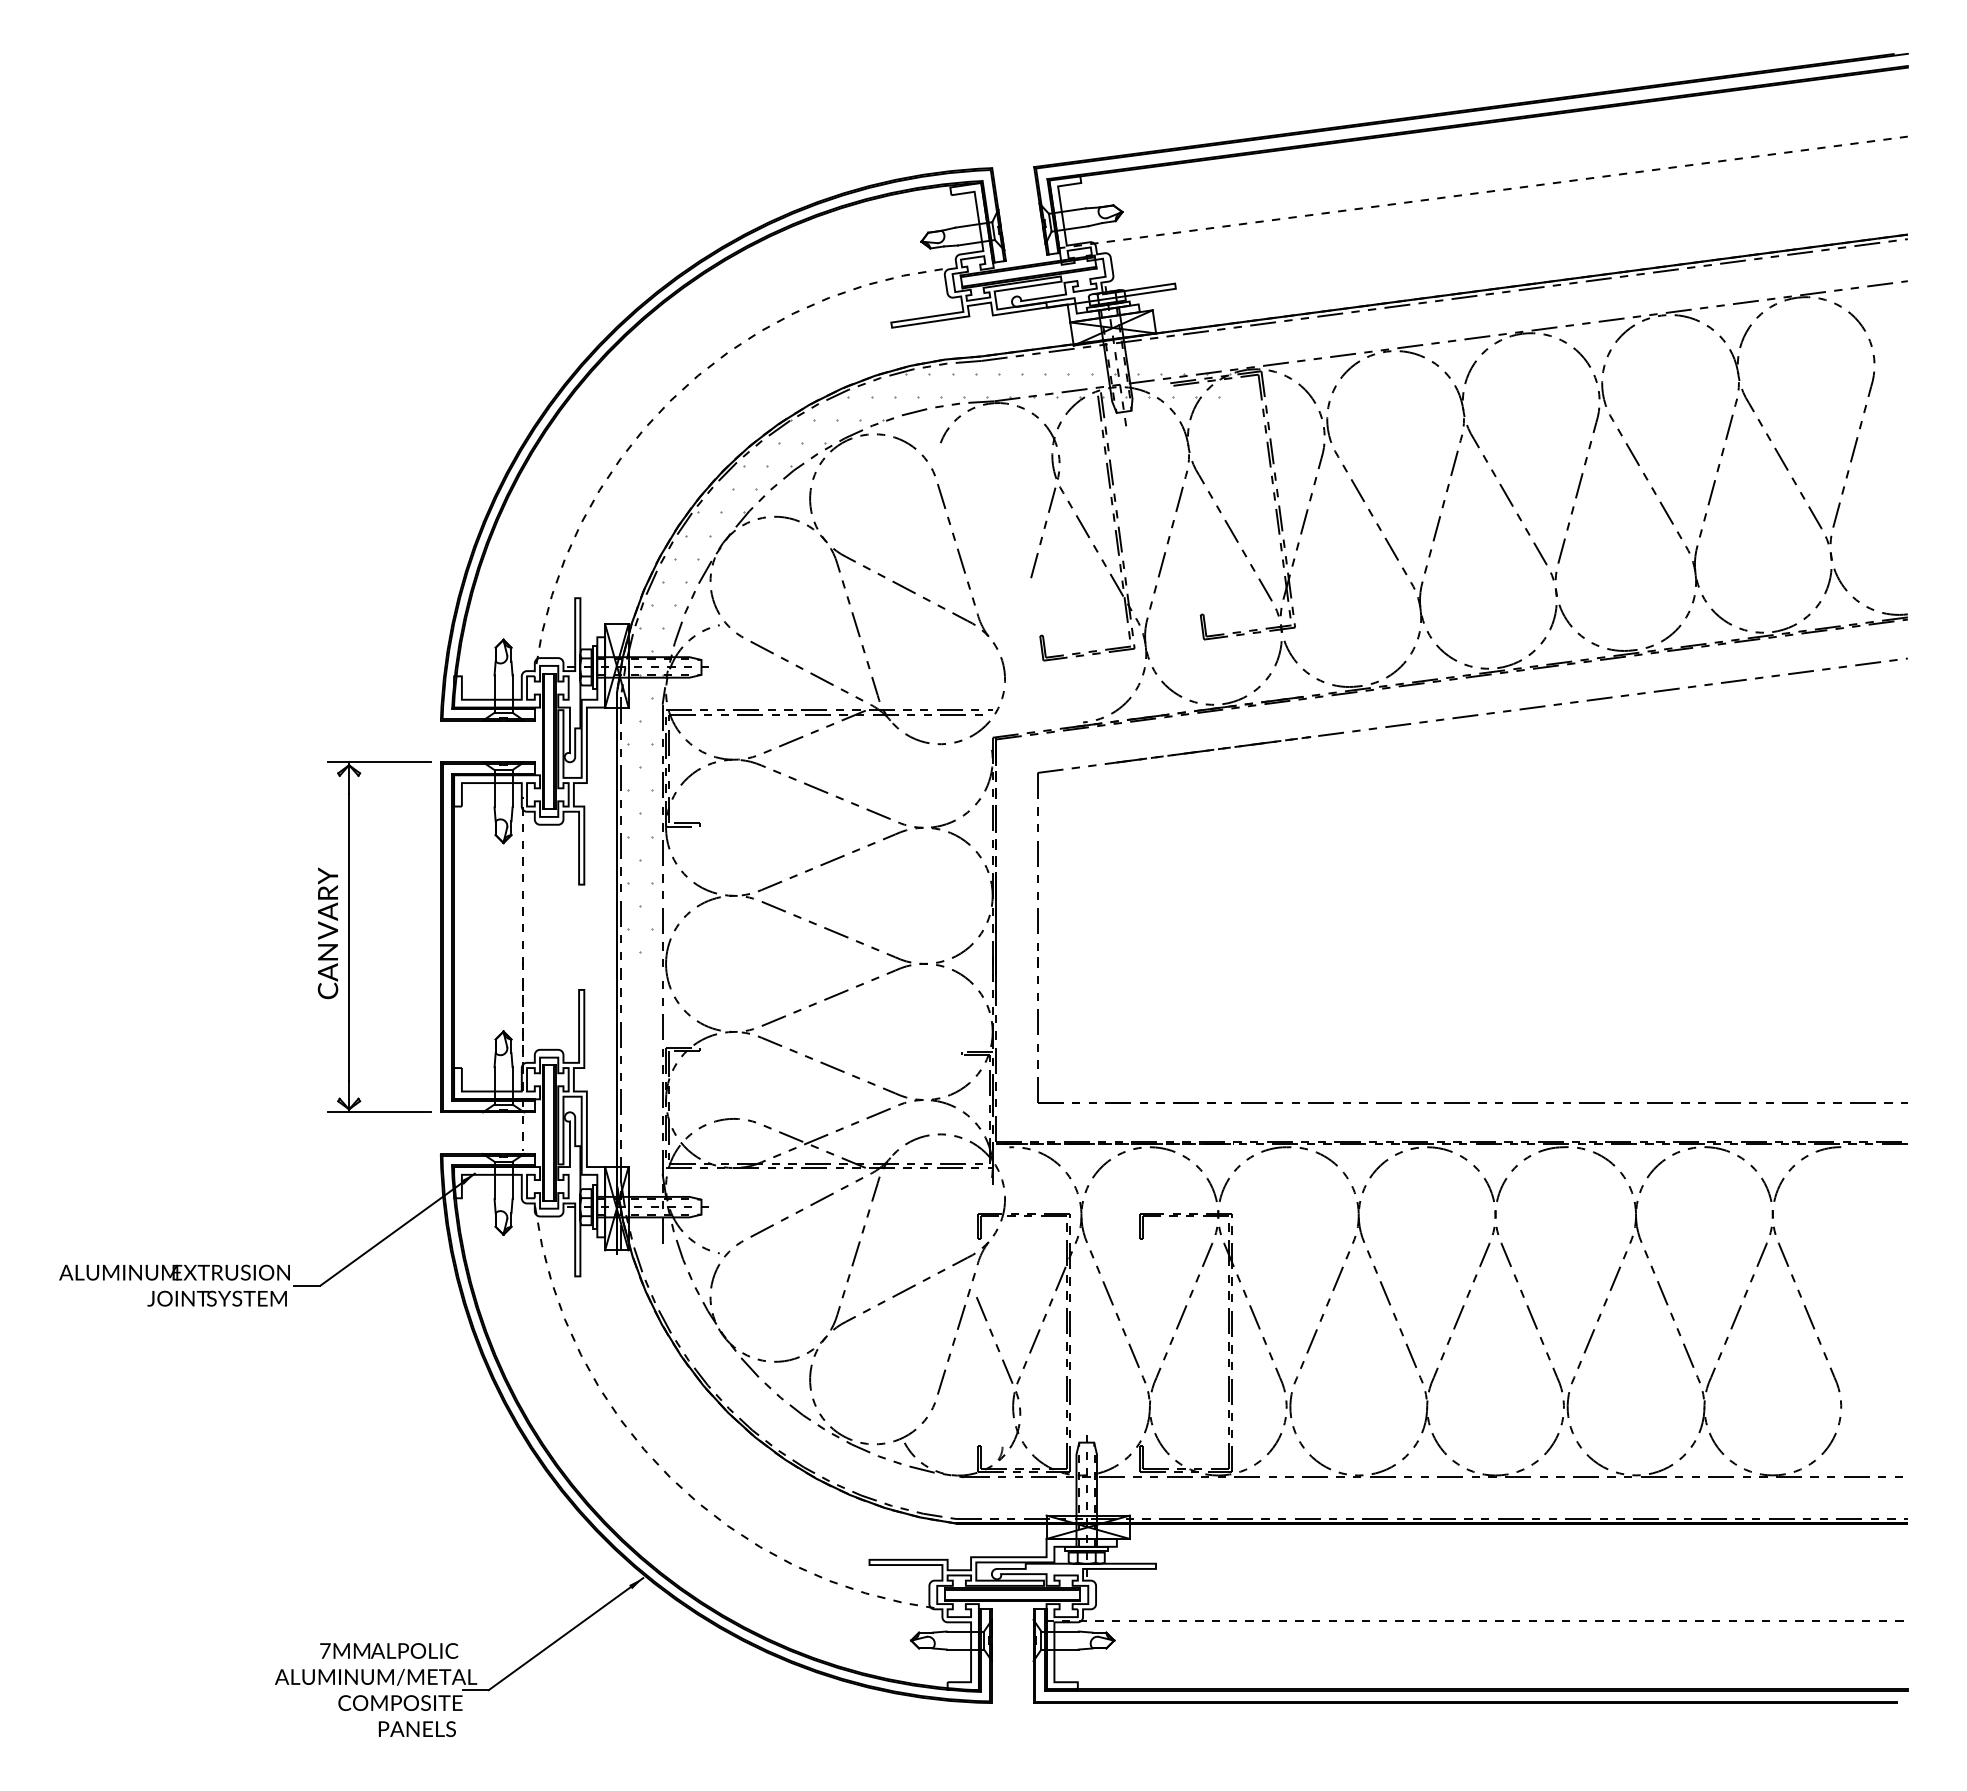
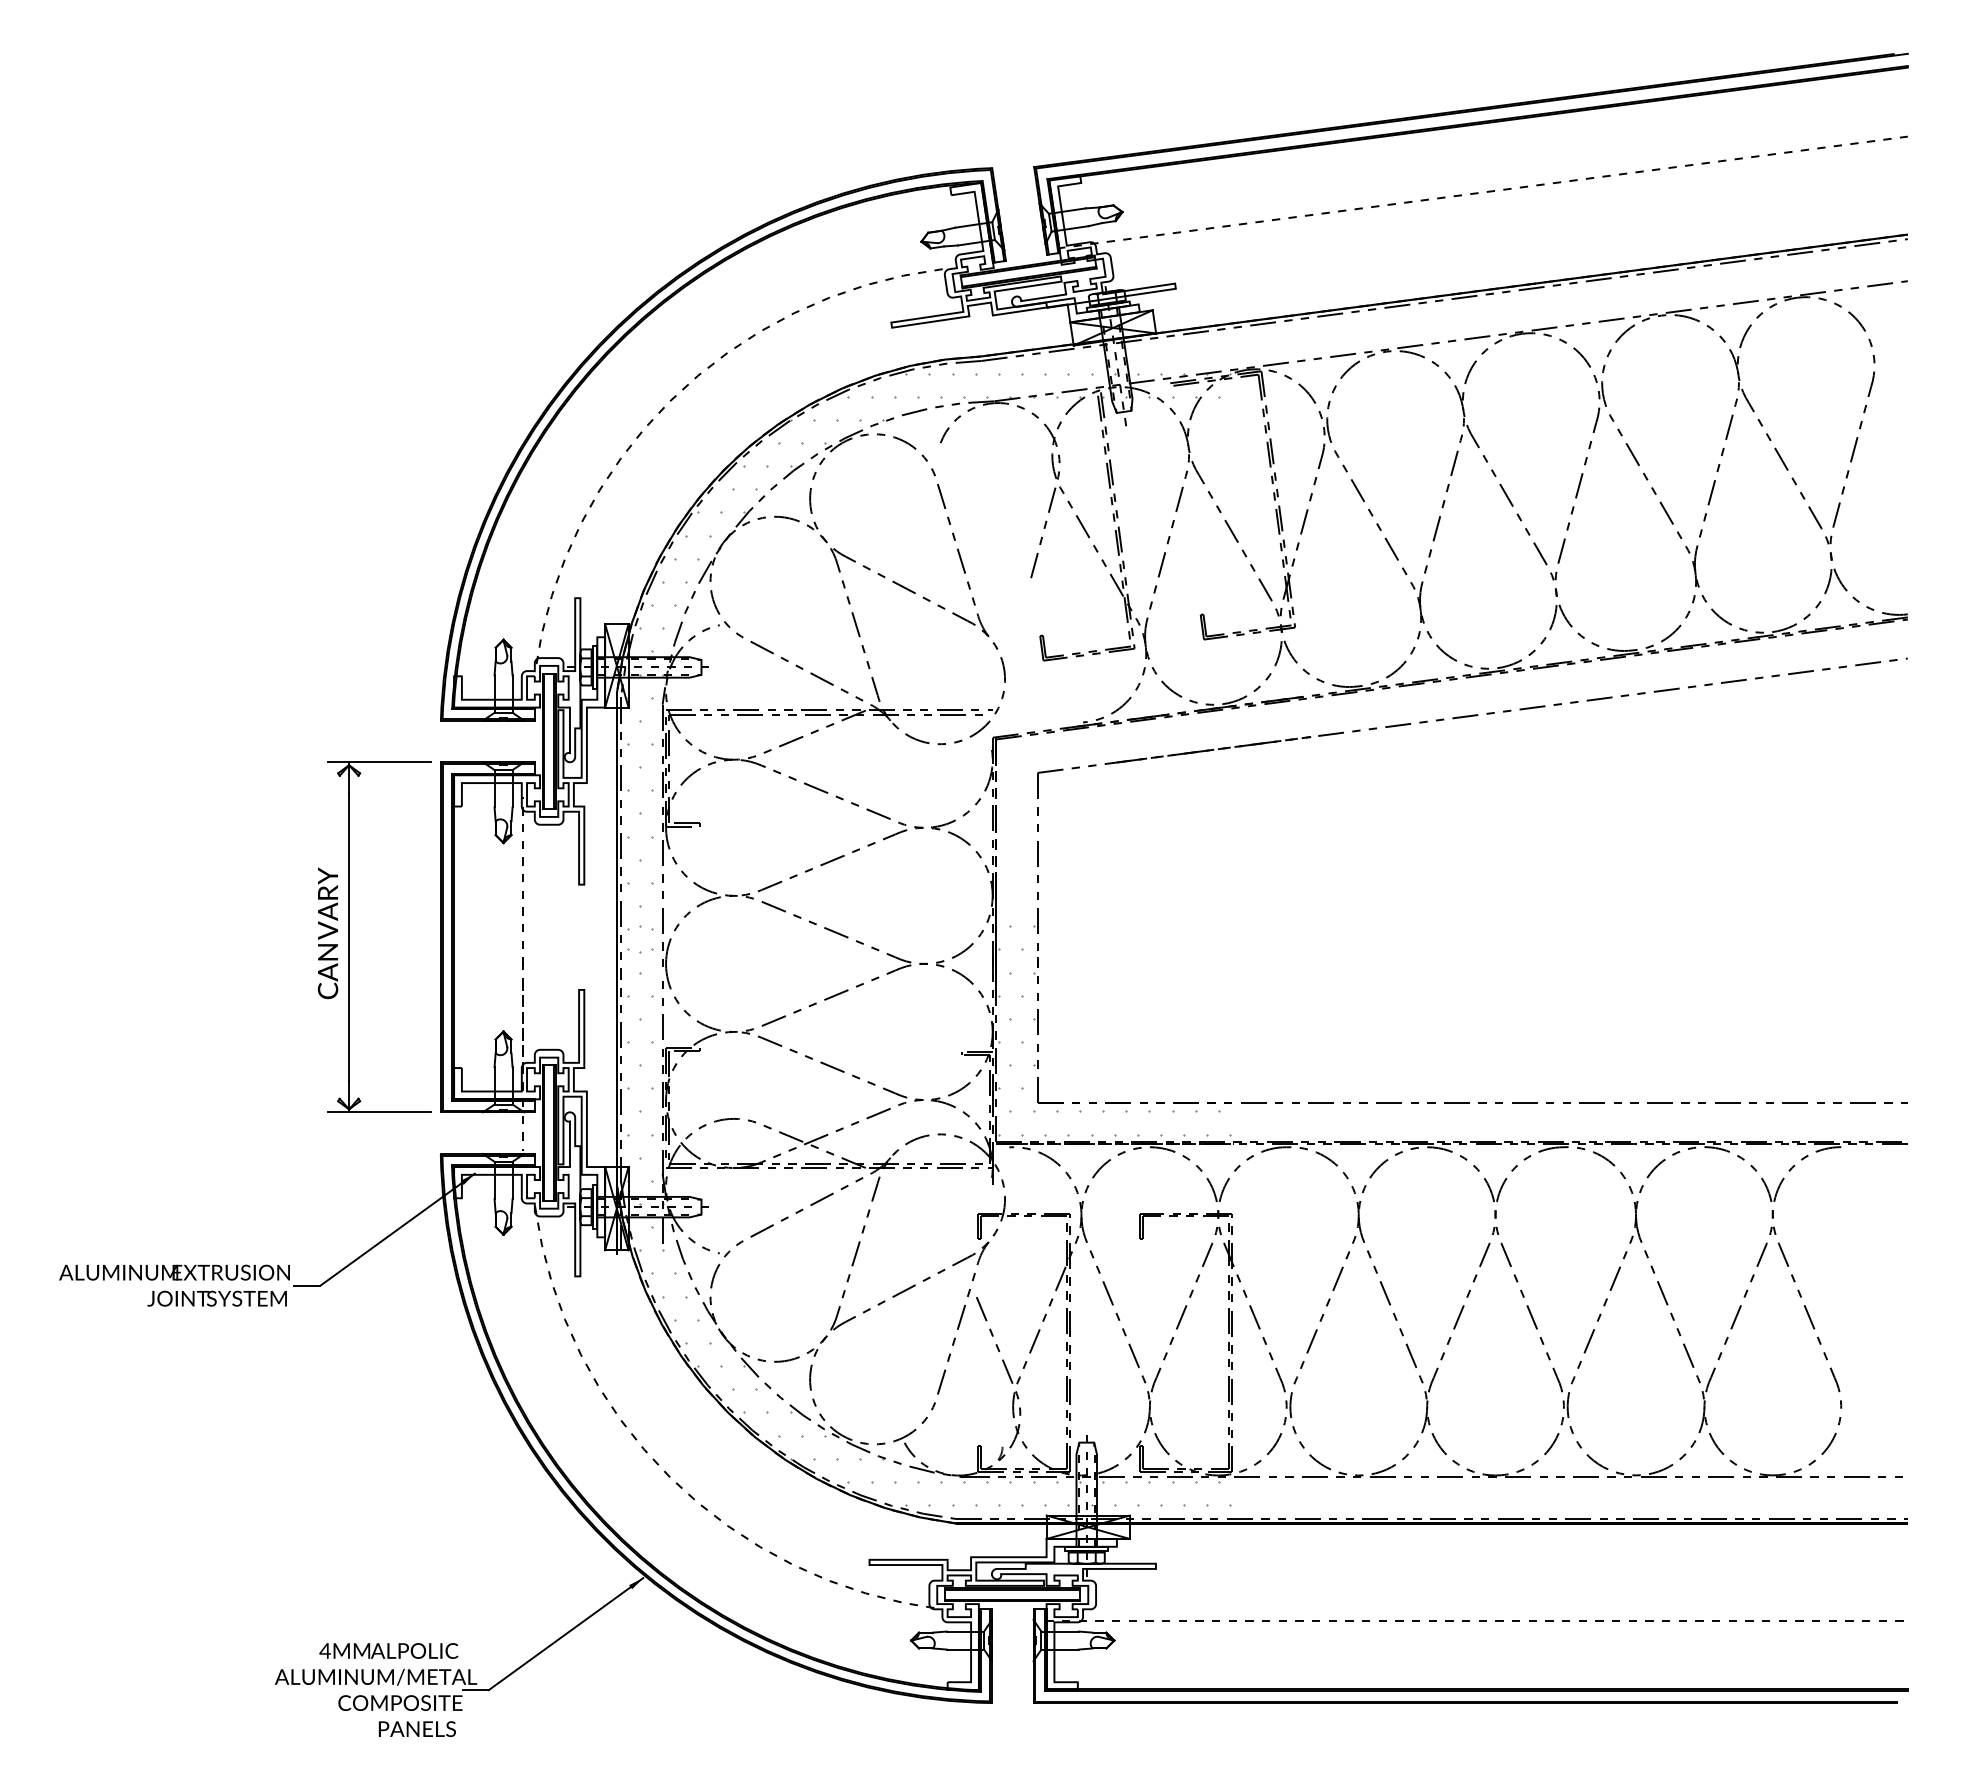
hatch at (1114, 1030): none -> present
hatch at (929, 1215): none -> present
text at (324, 1650): 7MM -> 4MM
